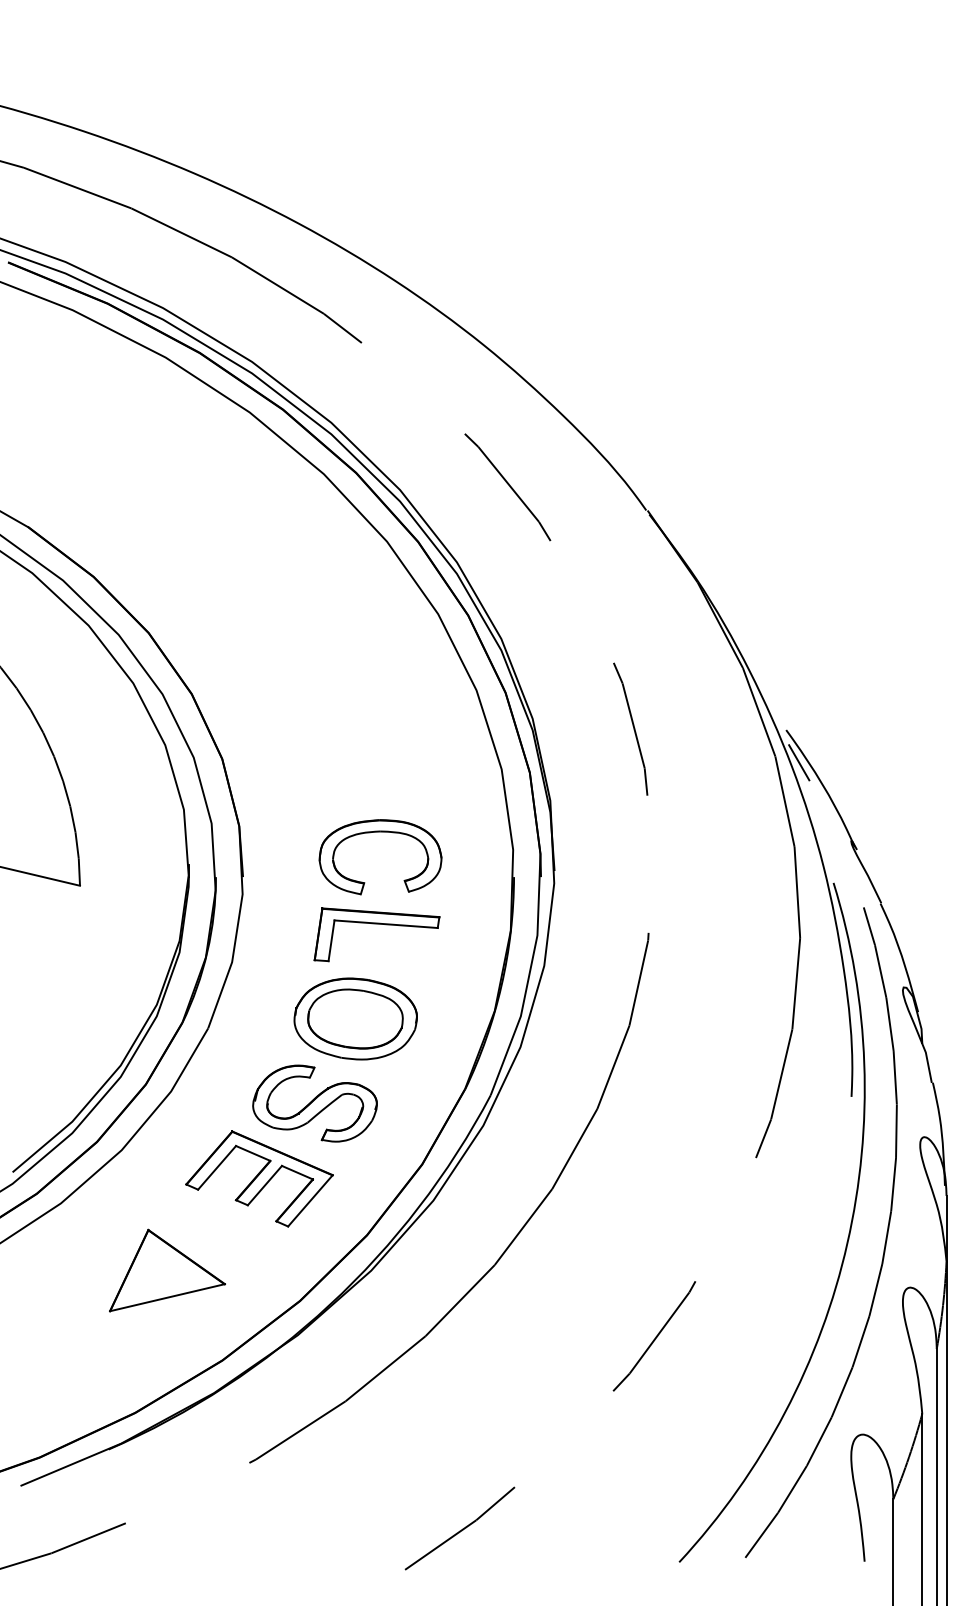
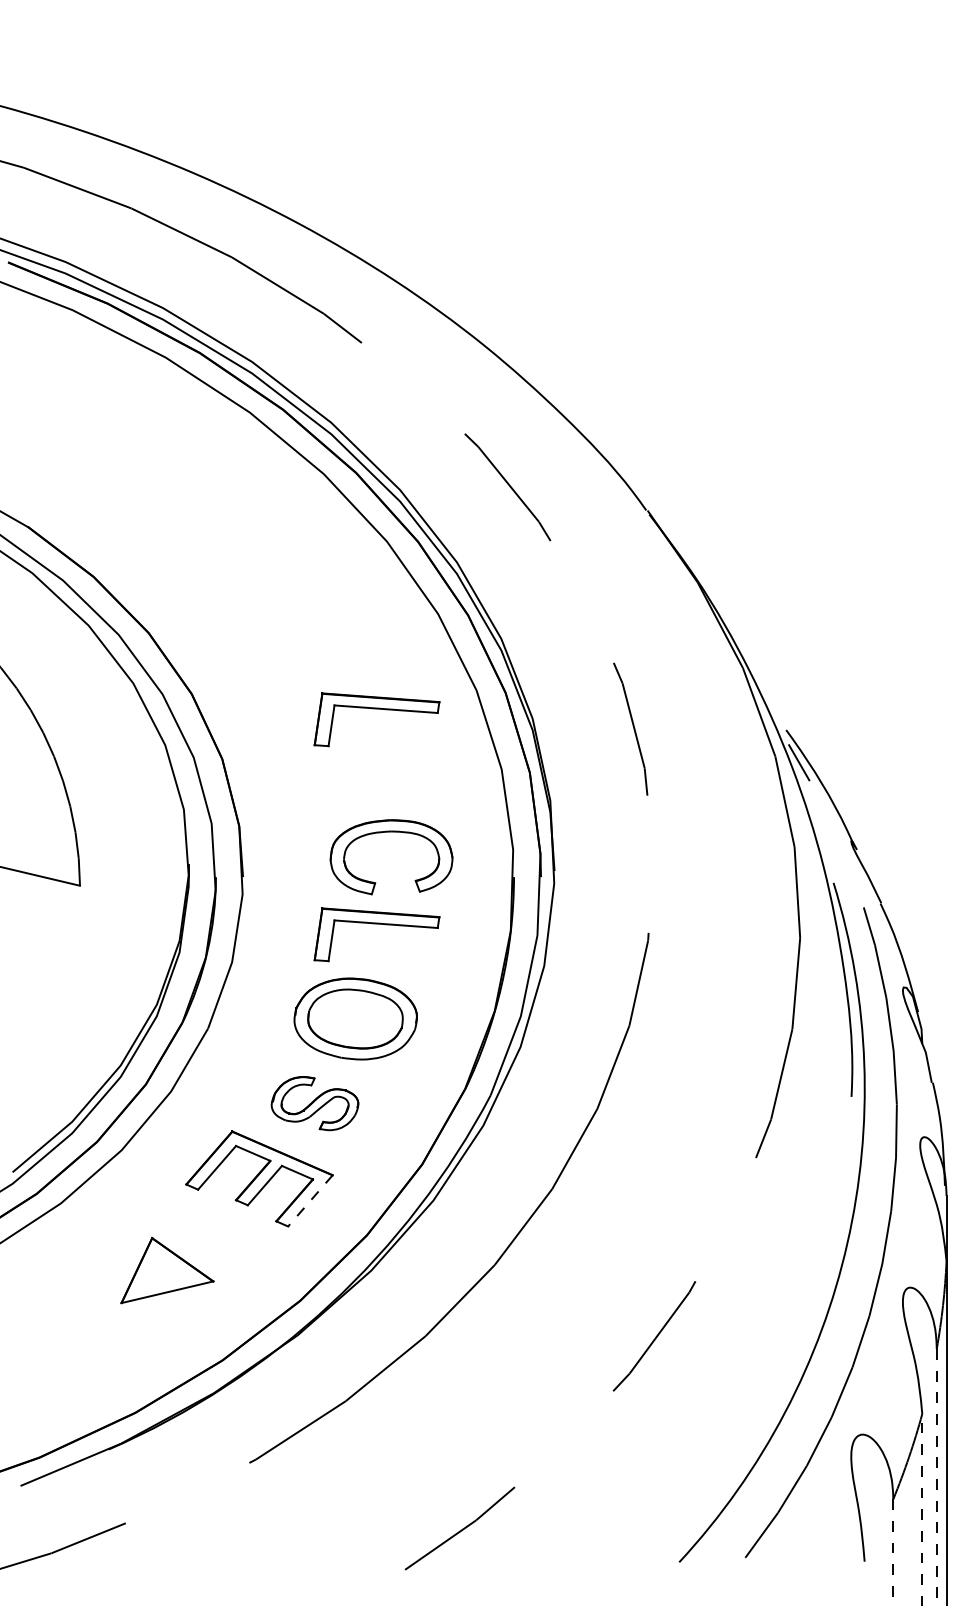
part at (376, 709): none -> present
part at (380, 832) position: (380, 832) -> (391, 832)
part at (314, 1103) size: 126x79 px -> 90x56 px
line at (310, 1201): solid -> dashed
part at (167, 1270) size: 117x85 px -> 95x68 px
line at (936, 1477): solid -> dashed
line at (922, 1509): solid -> dashed
line at (893, 1552): solid -> dashed
